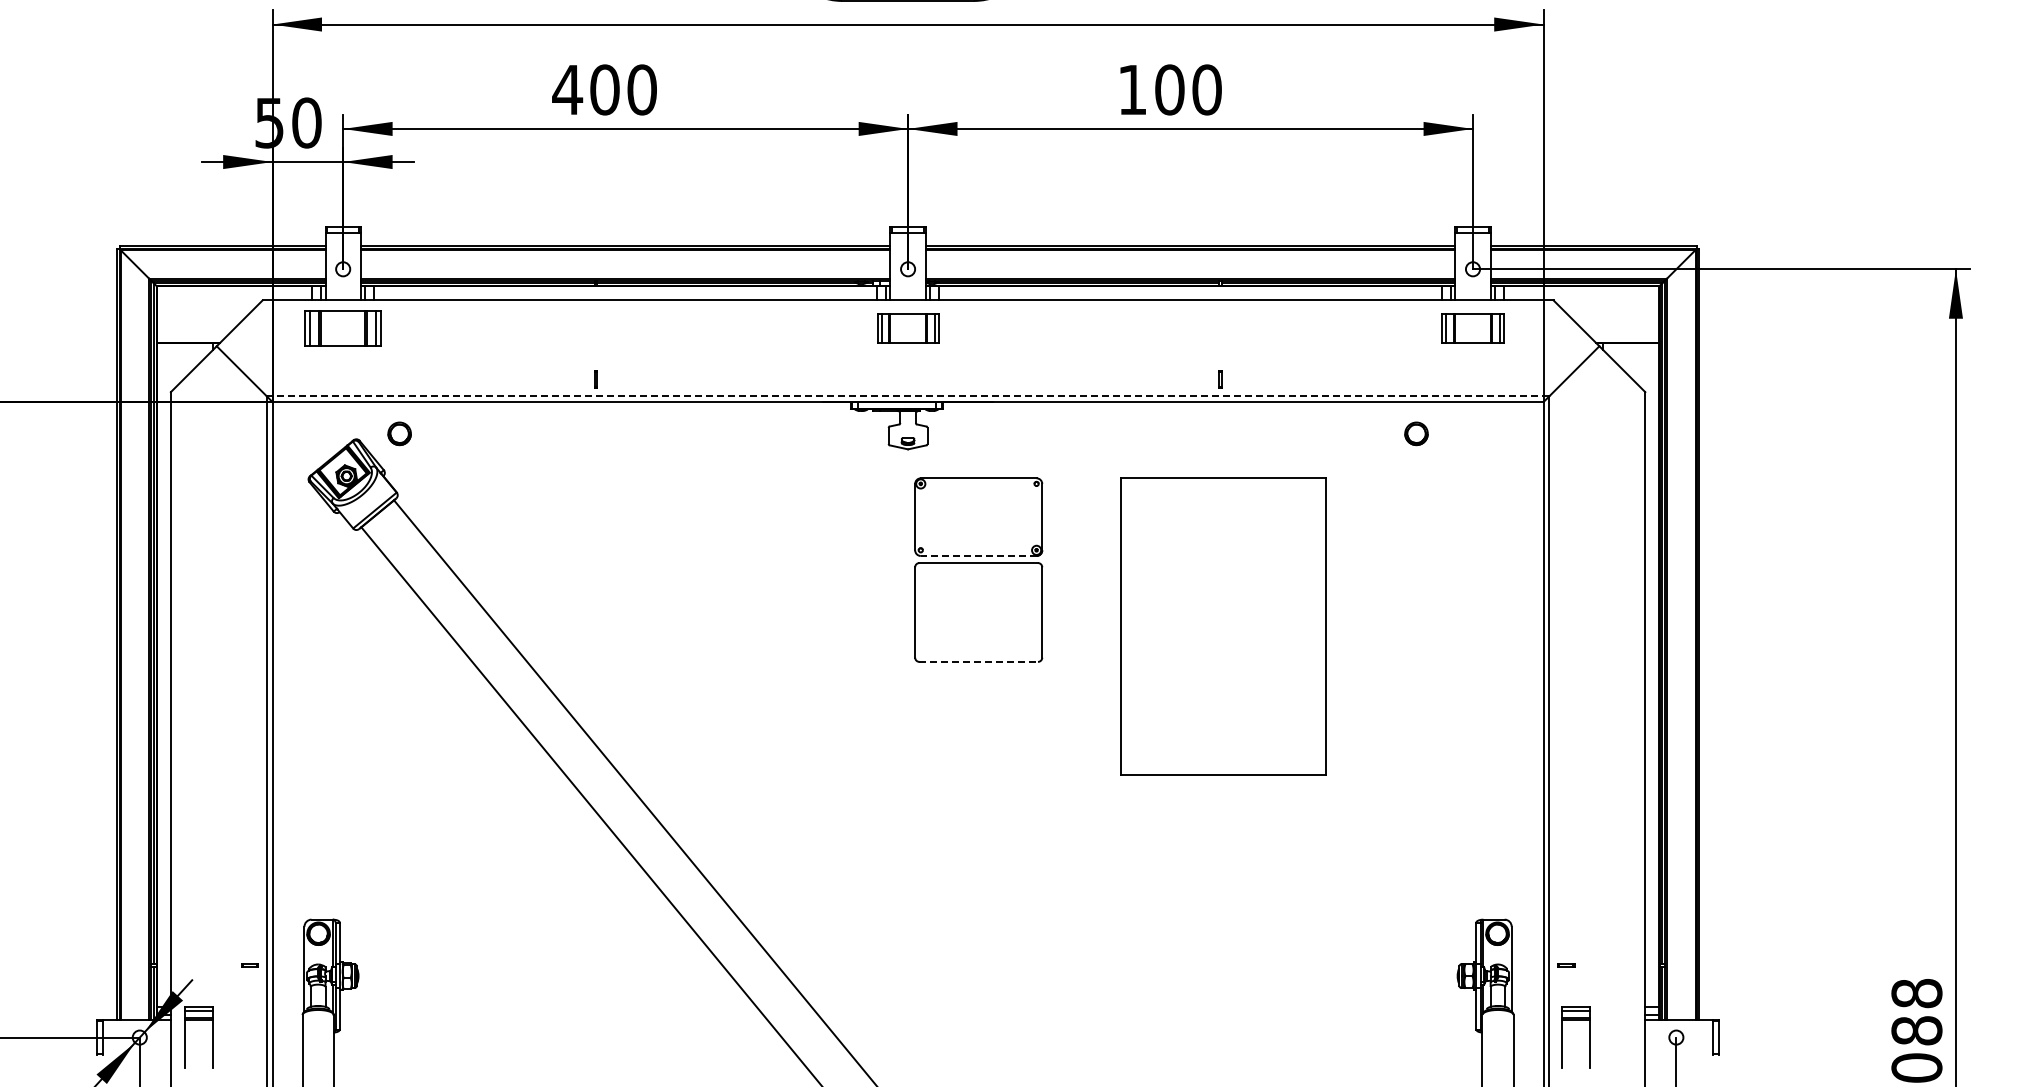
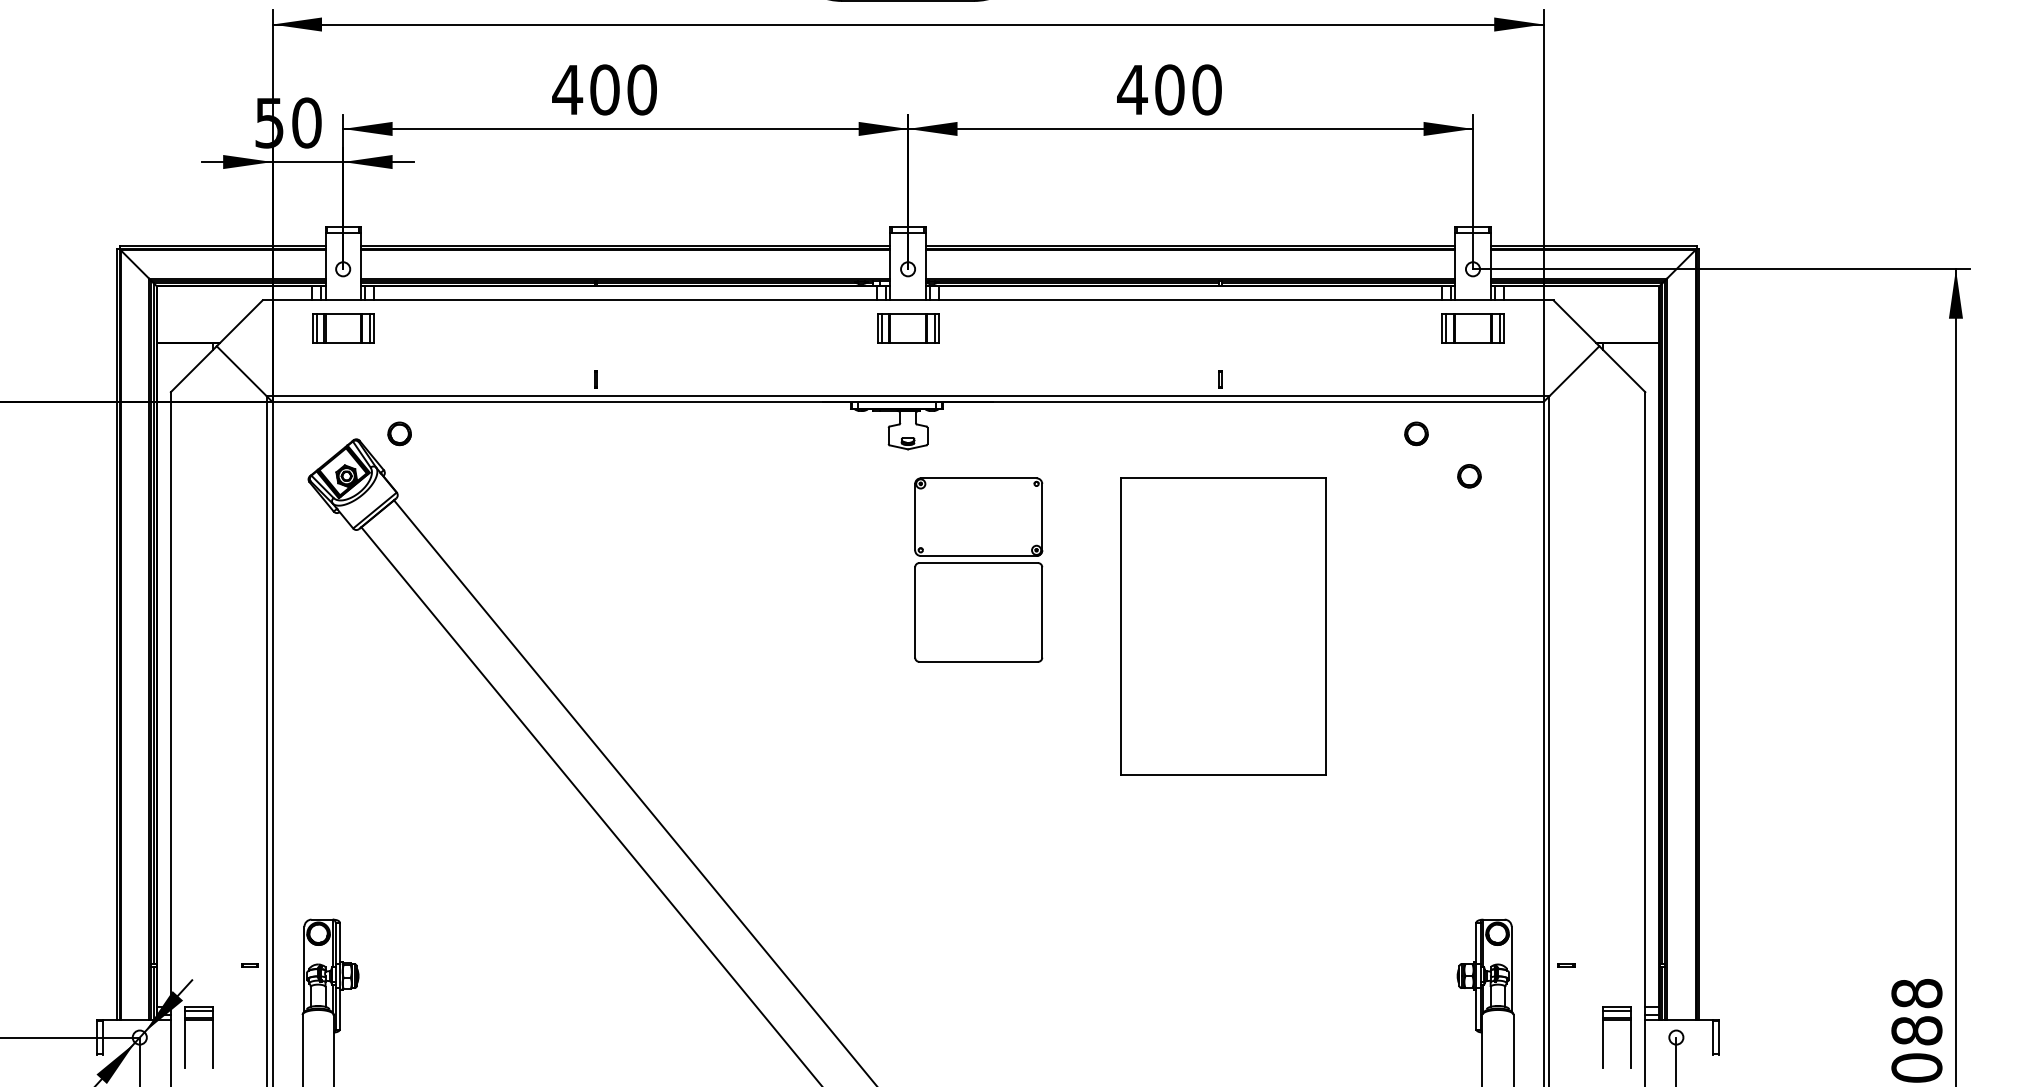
text at (1132, 89): 100 -> 400
part at (342, 328) size: 78x37 px -> 63x31 px
line at (907, 396): dashed -> solid
part at (1469, 476): none -> present
line at (978, 555): dashed -> solid
line at (979, 661): dashed -> solid
part at (1562, 1037) position: (1562, 1037) -> (1603, 1037)
